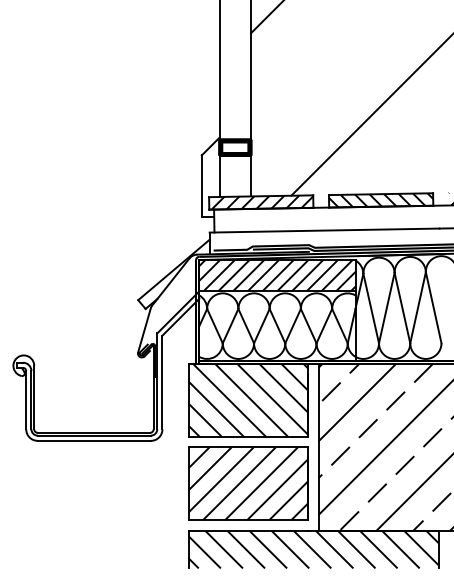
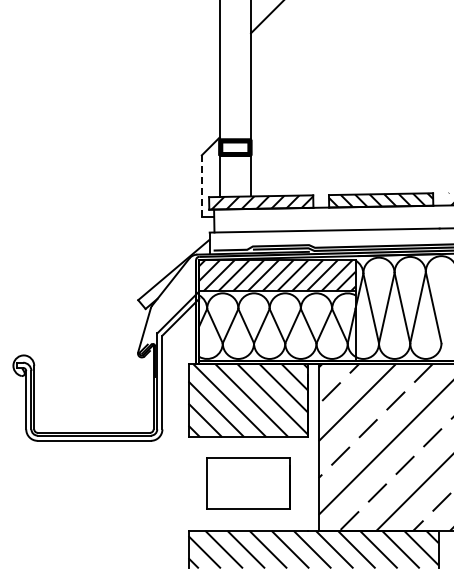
line at (370, 115): present -> none
line at (201, 186): solid -> dashed
part at (248, 483) size: 121x75 px -> 85x53 px
